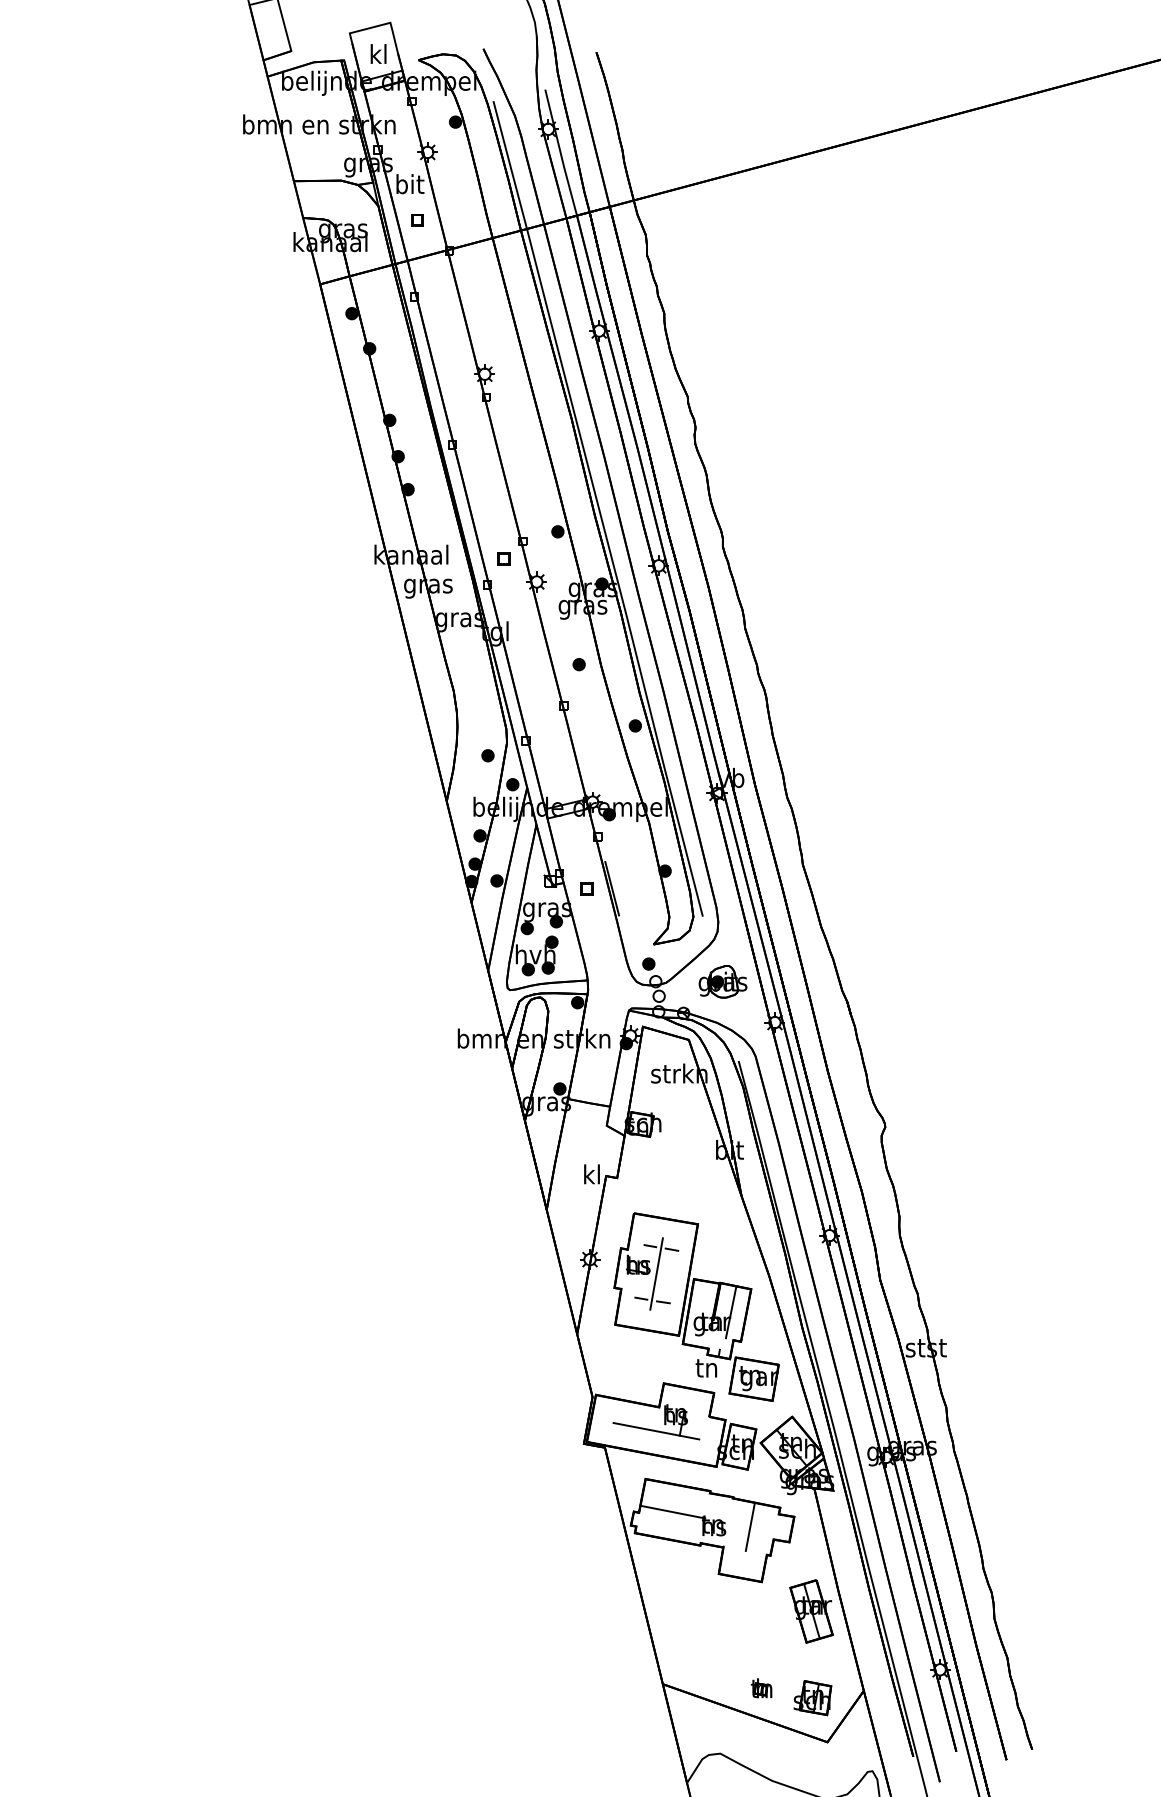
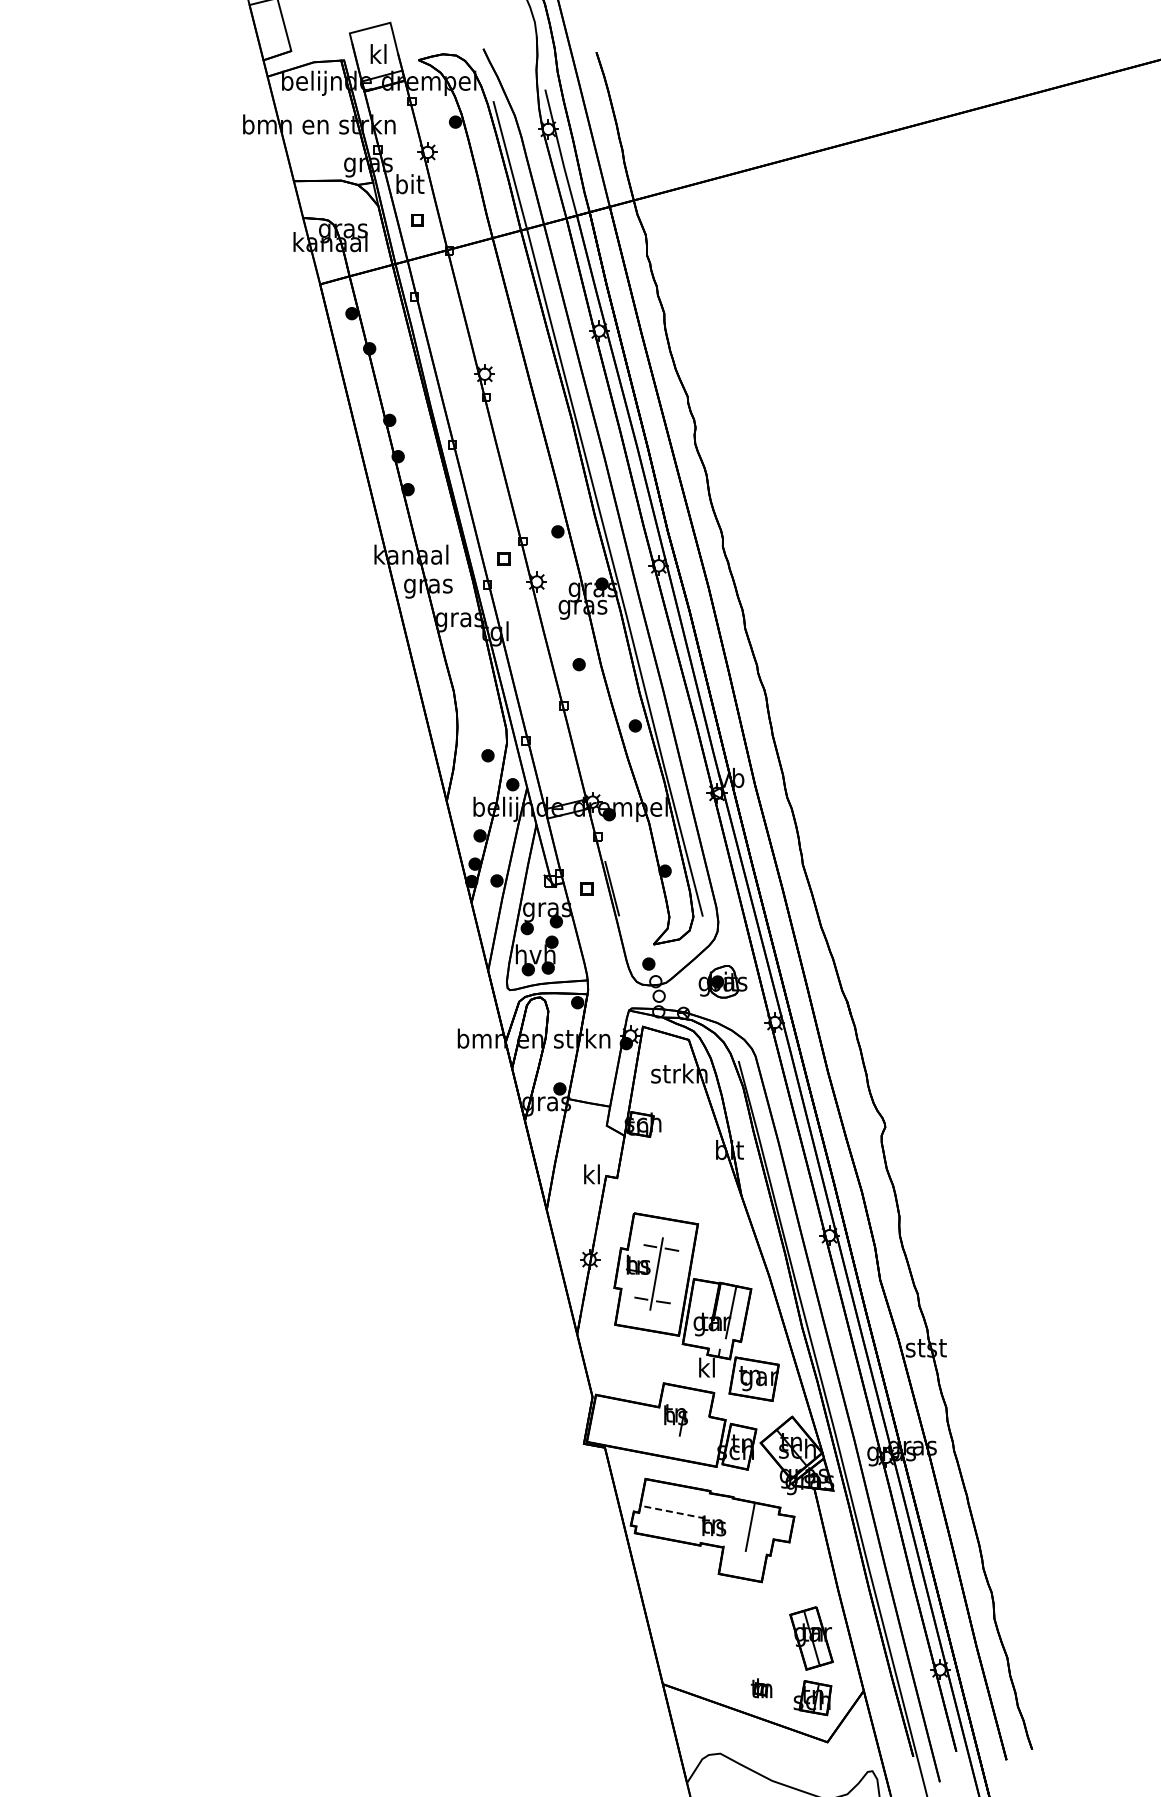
text at (706, 1367): tn -> kl
line at (656, 1431): present -> none
line at (673, 1512): solid -> dashed
part at (811, 1611) position: (811, 1611) -> (811, 1638)
